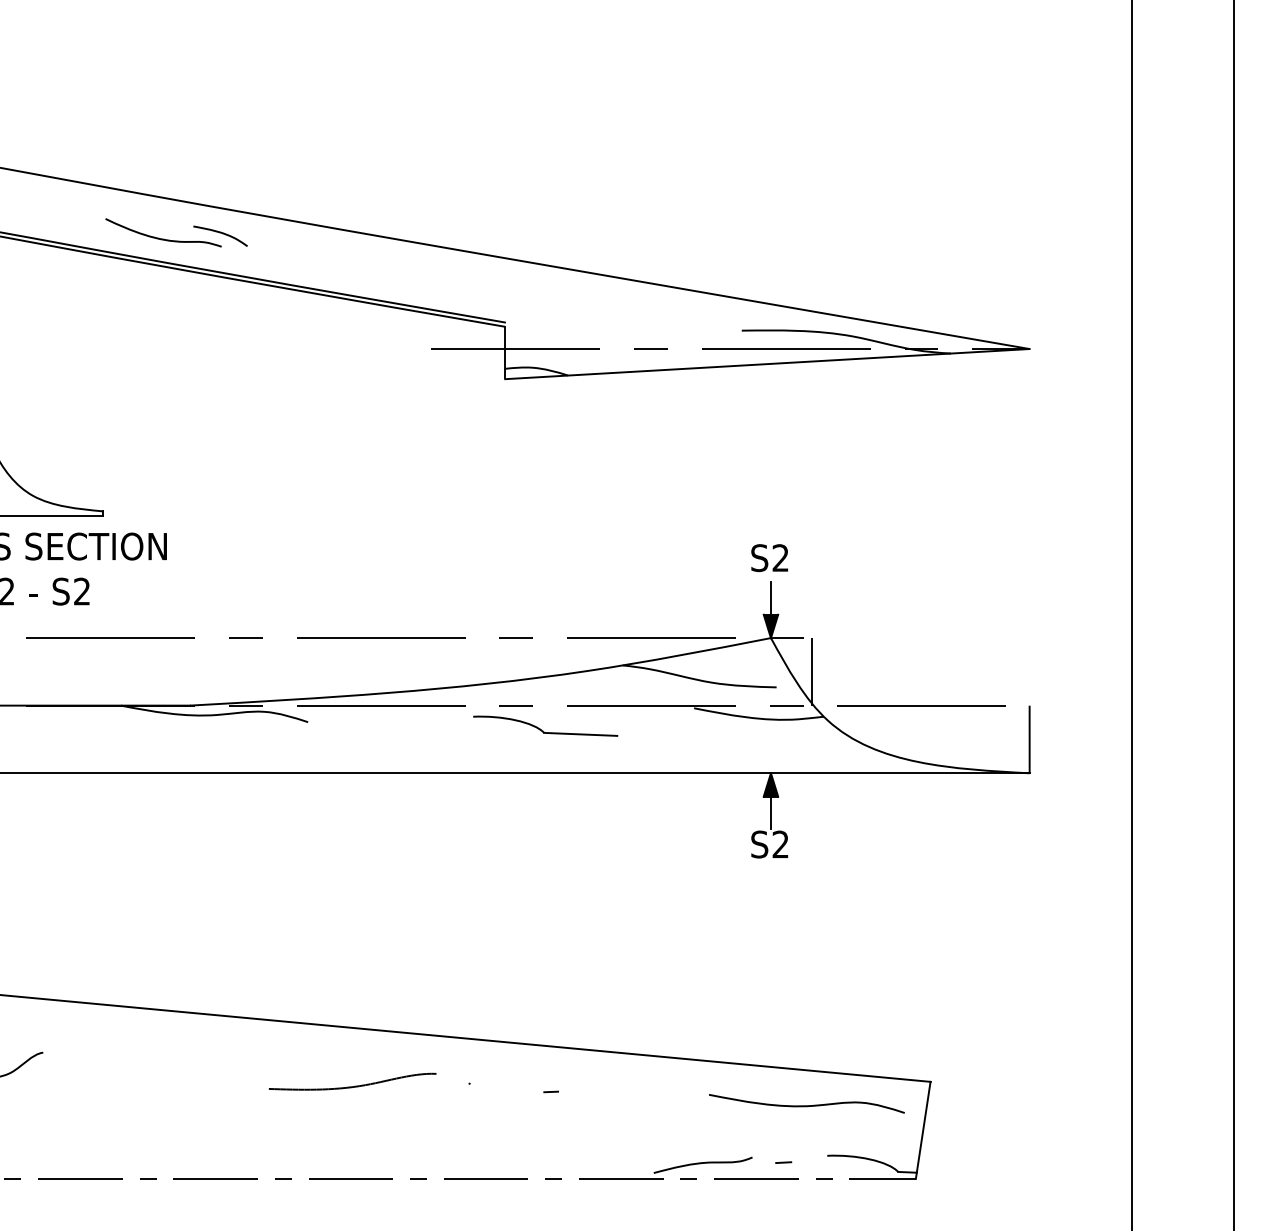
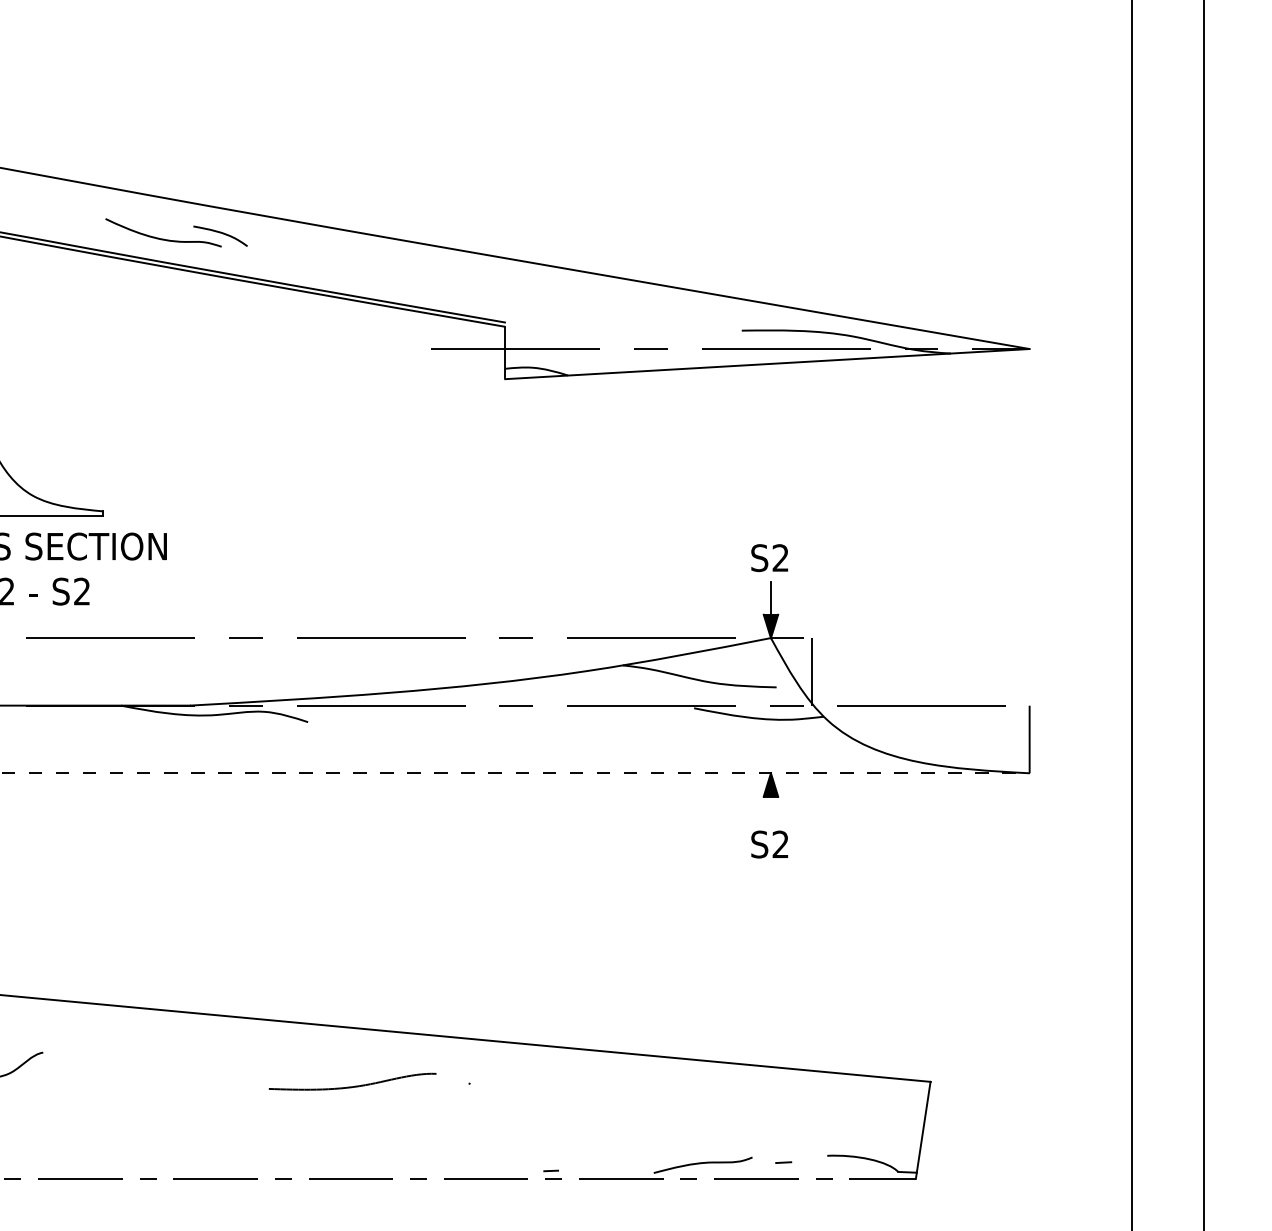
line at (1233, 614) position: (1233, 614) -> (1203, 614)
part at (545, 725): present -> none
line at (515, 773): solid -> dashed
line at (770, 812): present -> none
line at (550, 1091) position: (550, 1091) -> (550, 1170)
curve at (806, 1105): present -> none
